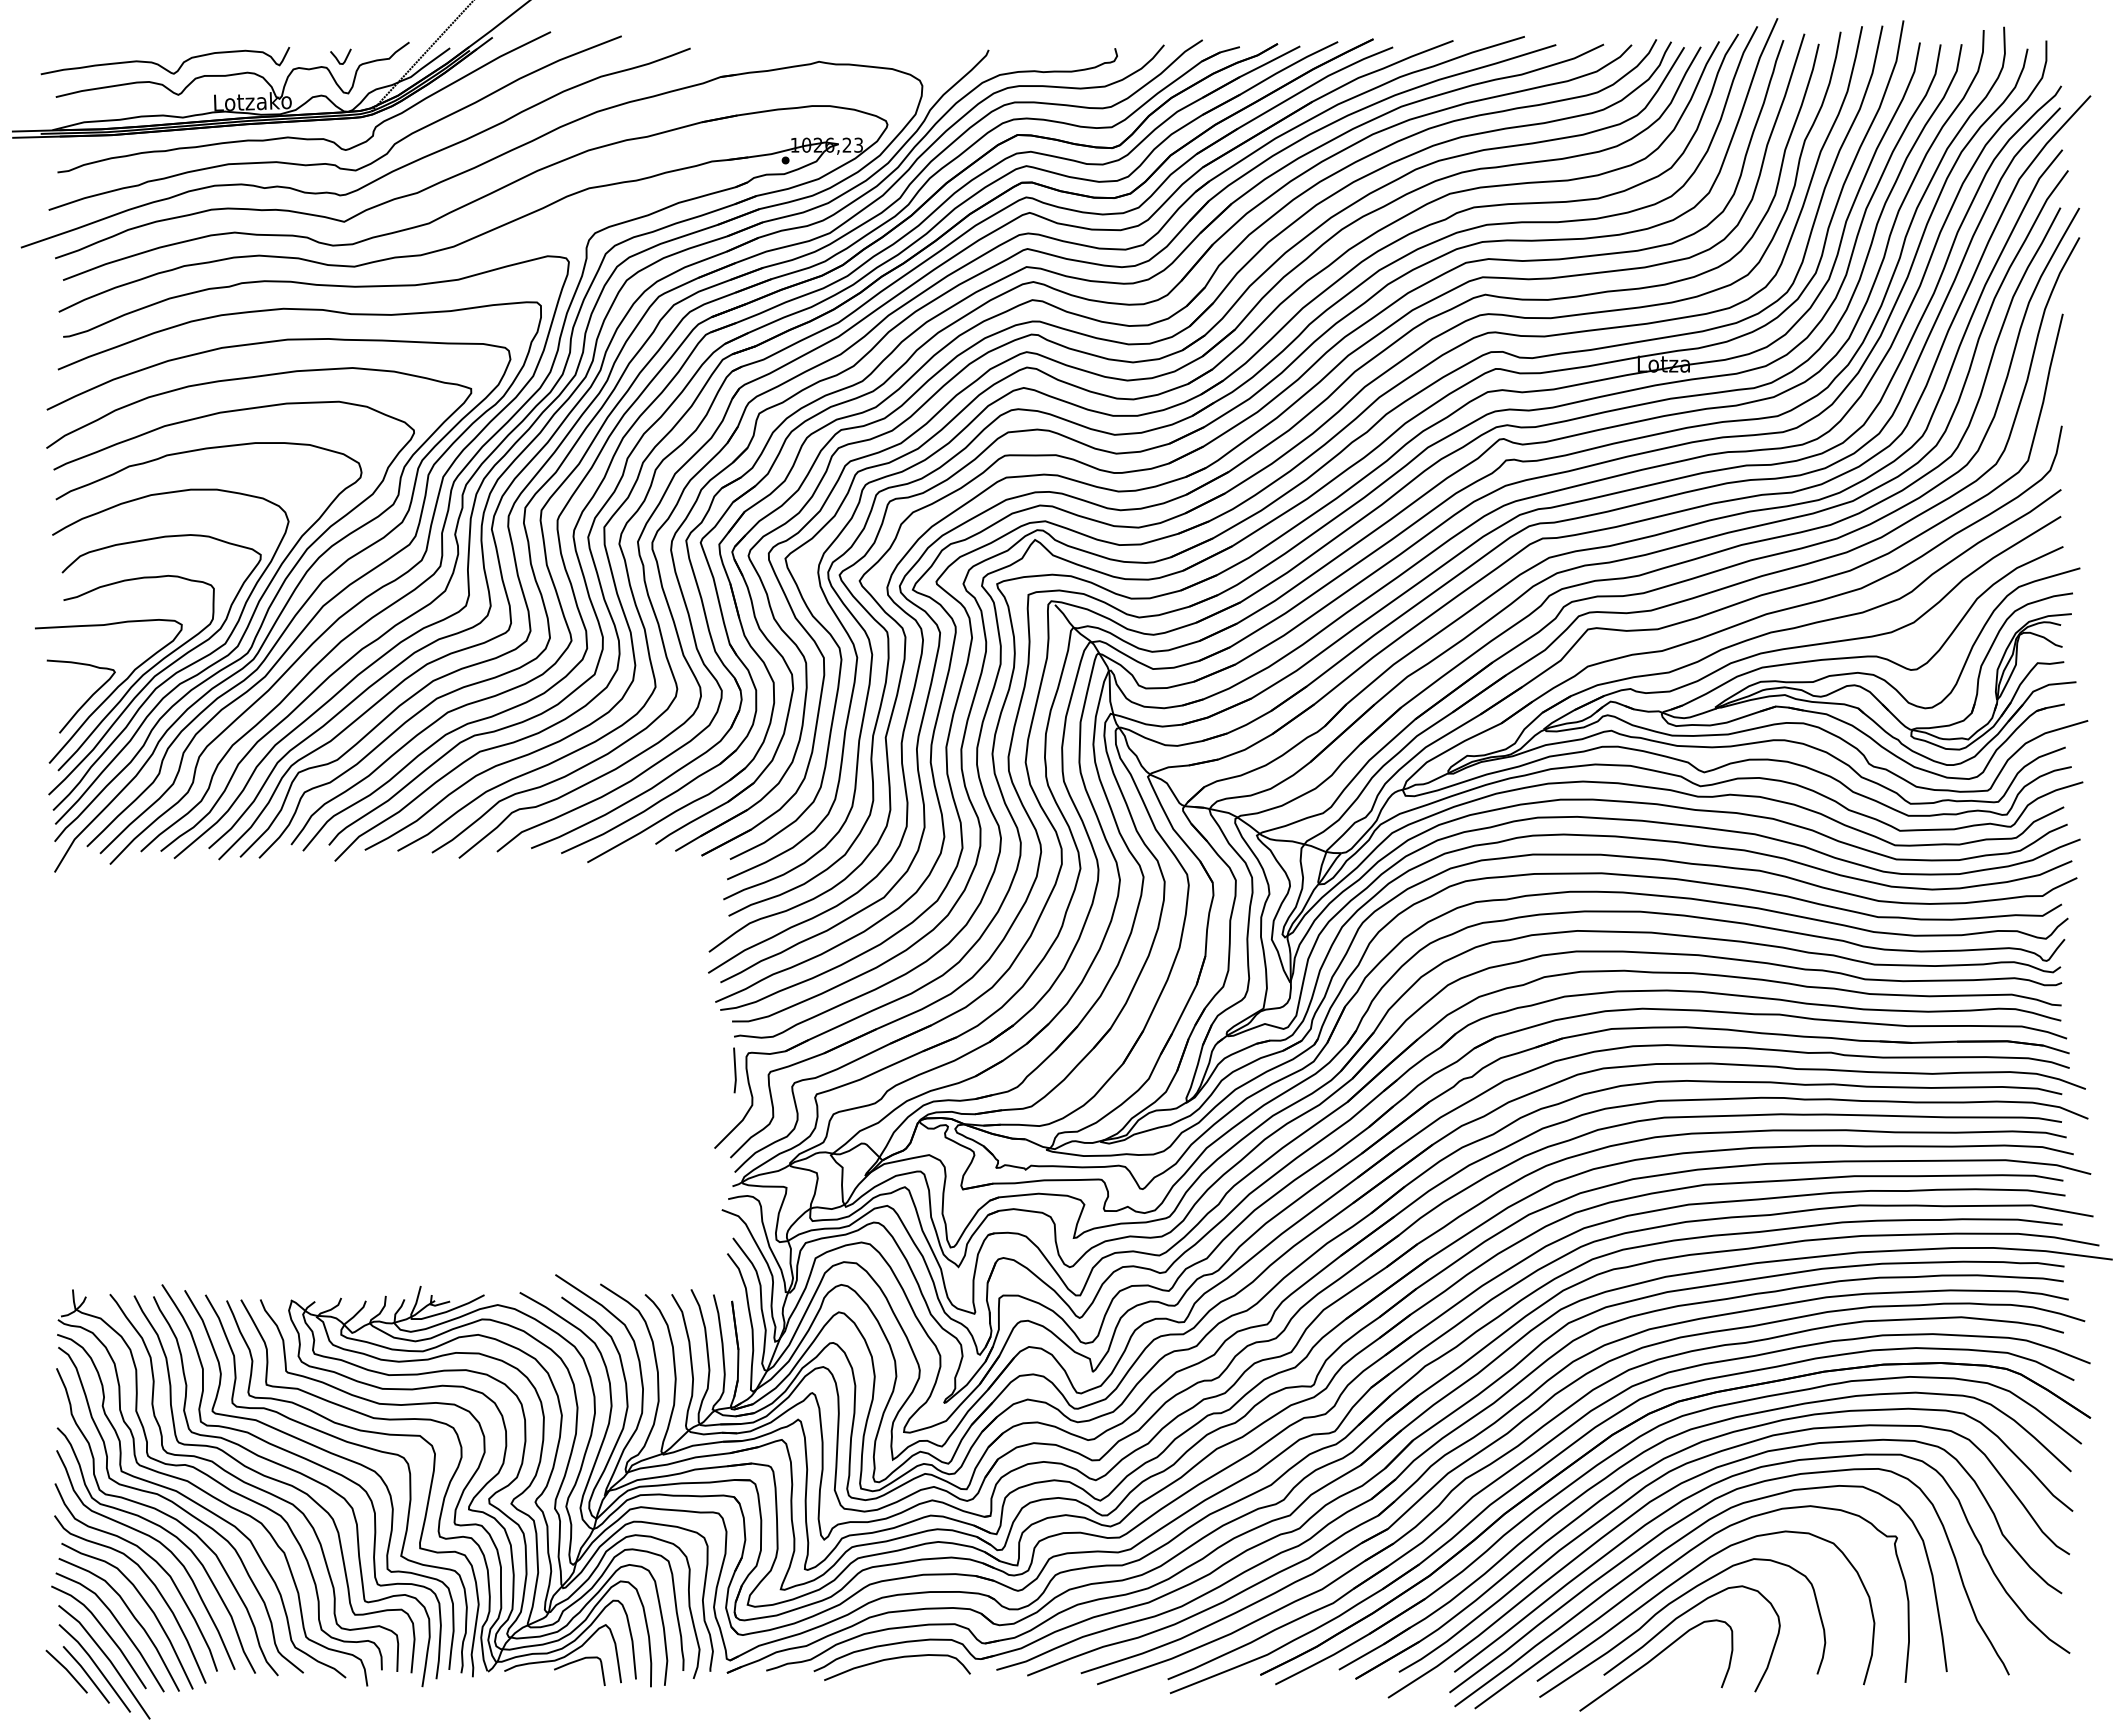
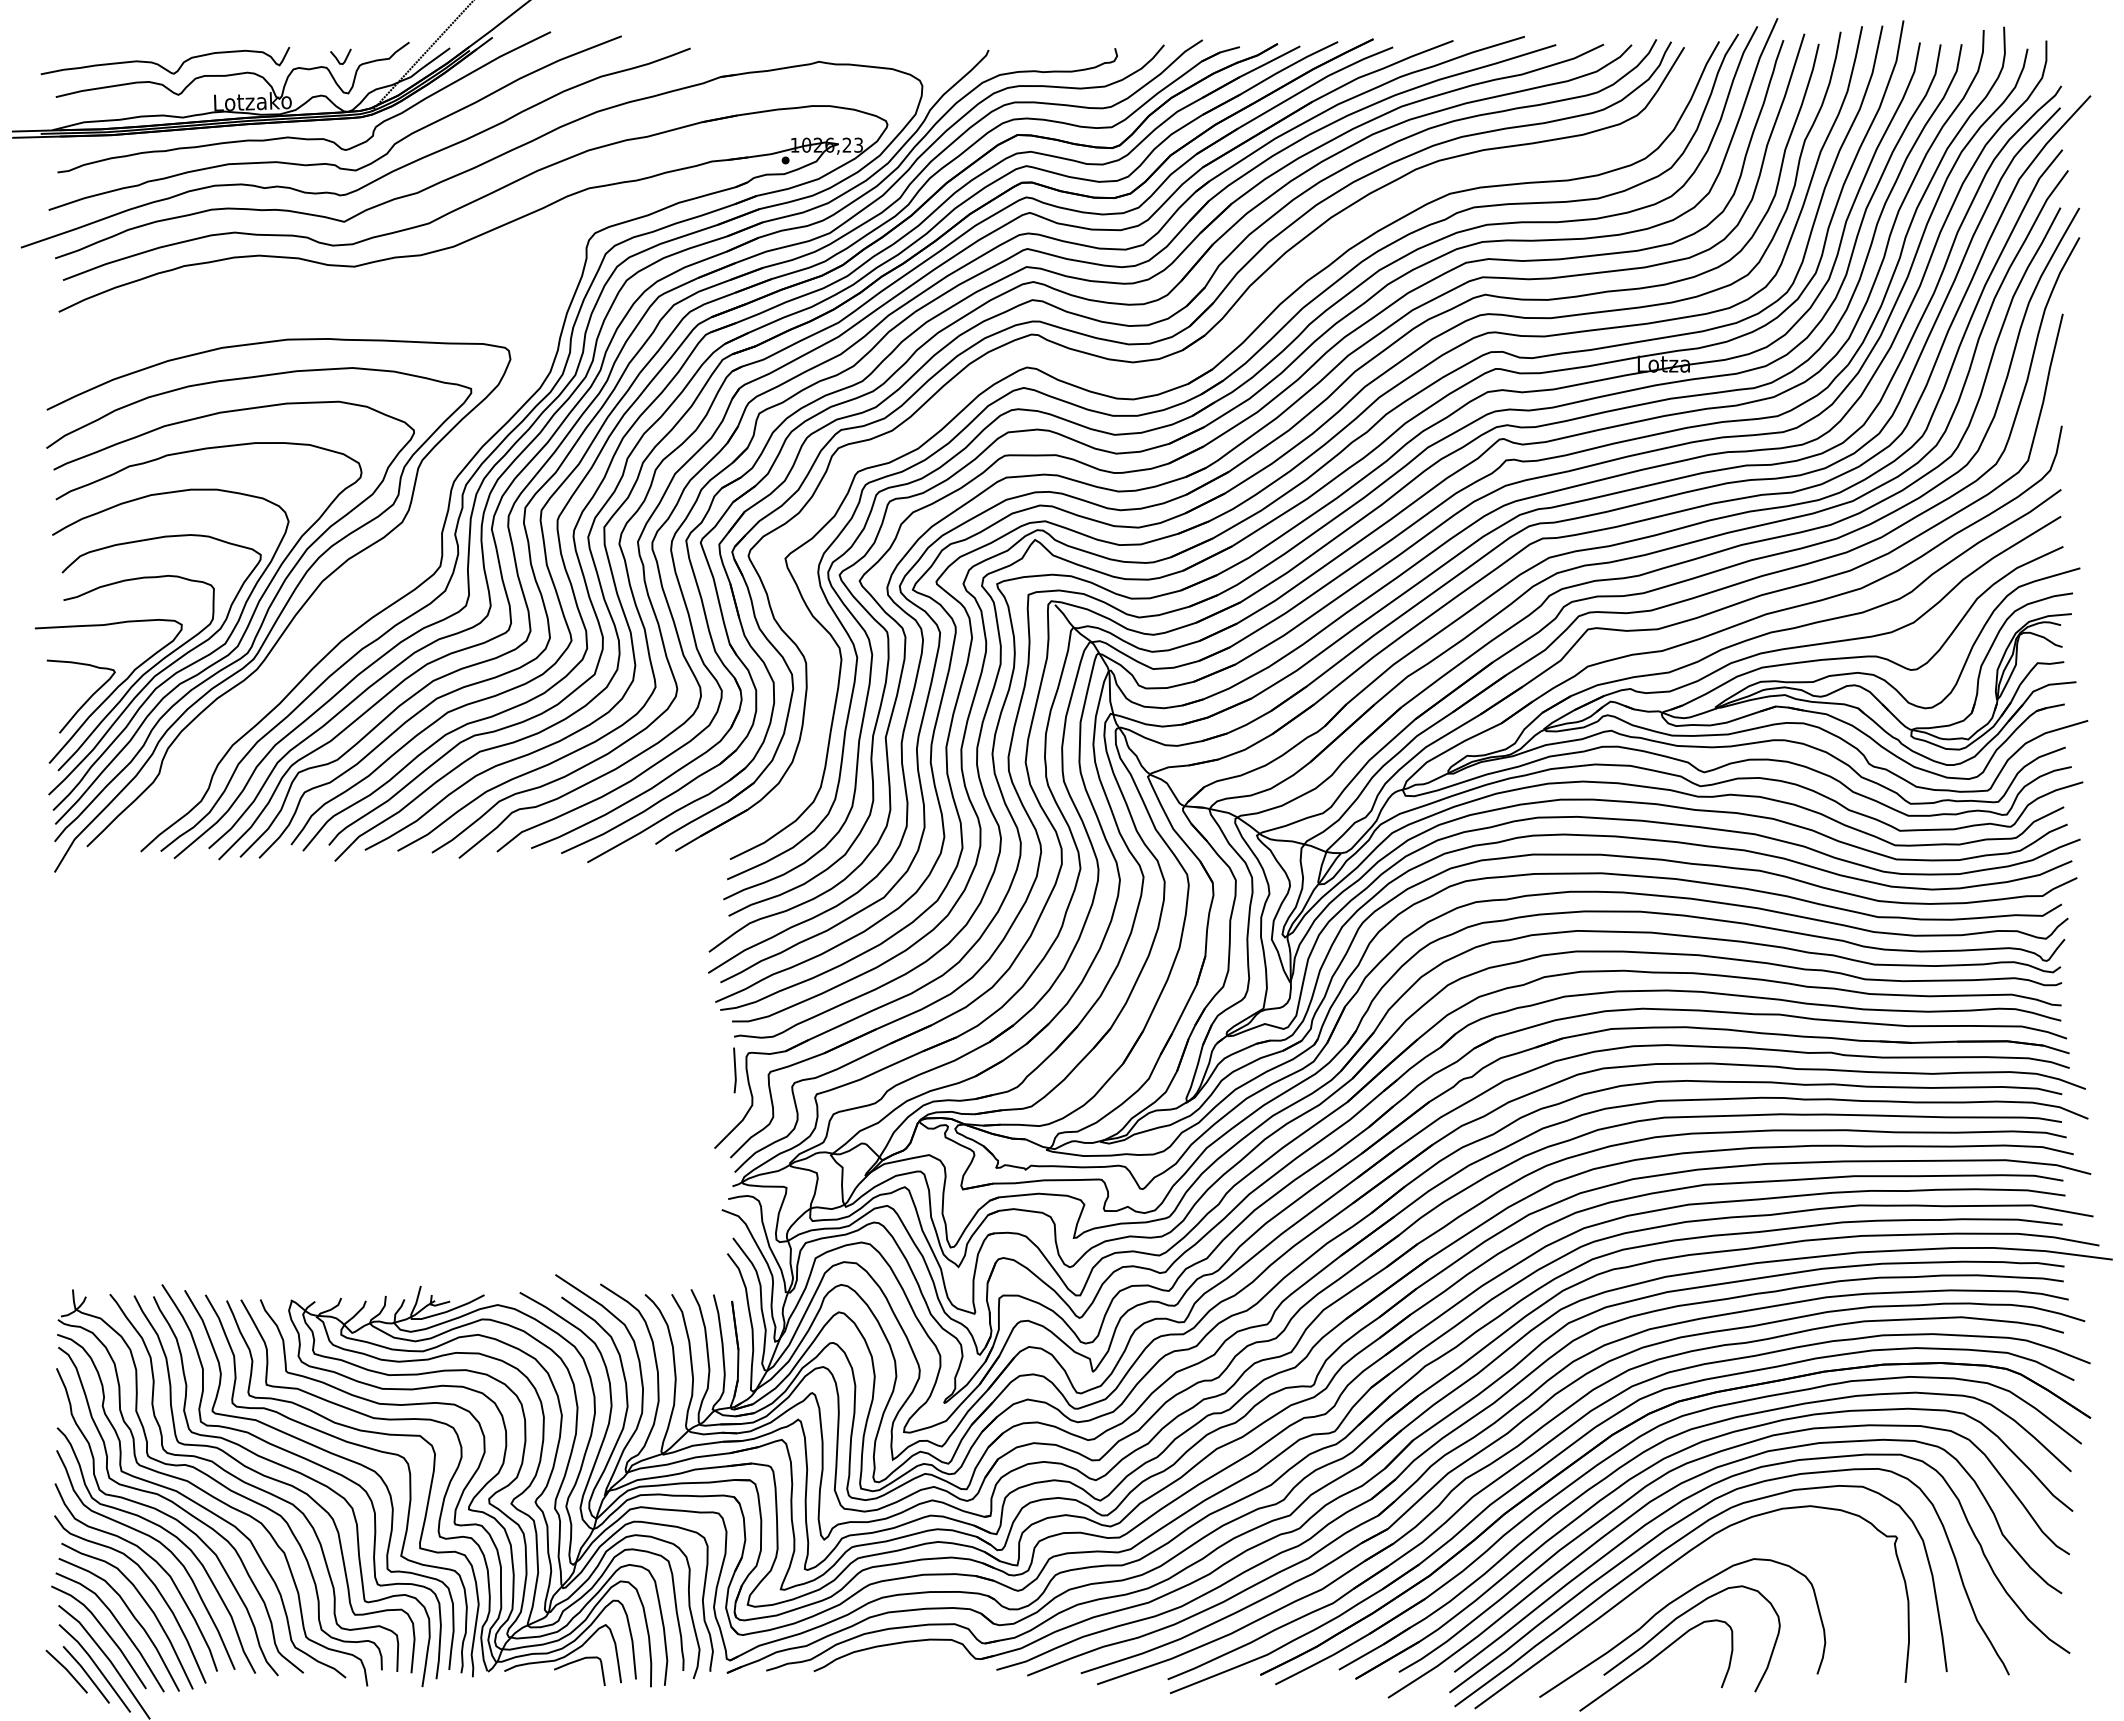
part at (1175, 372): present -> none
part at (339, 591): present -> none
part at (1683, 1577): present -> none
part at (894, 1659): present -> none
